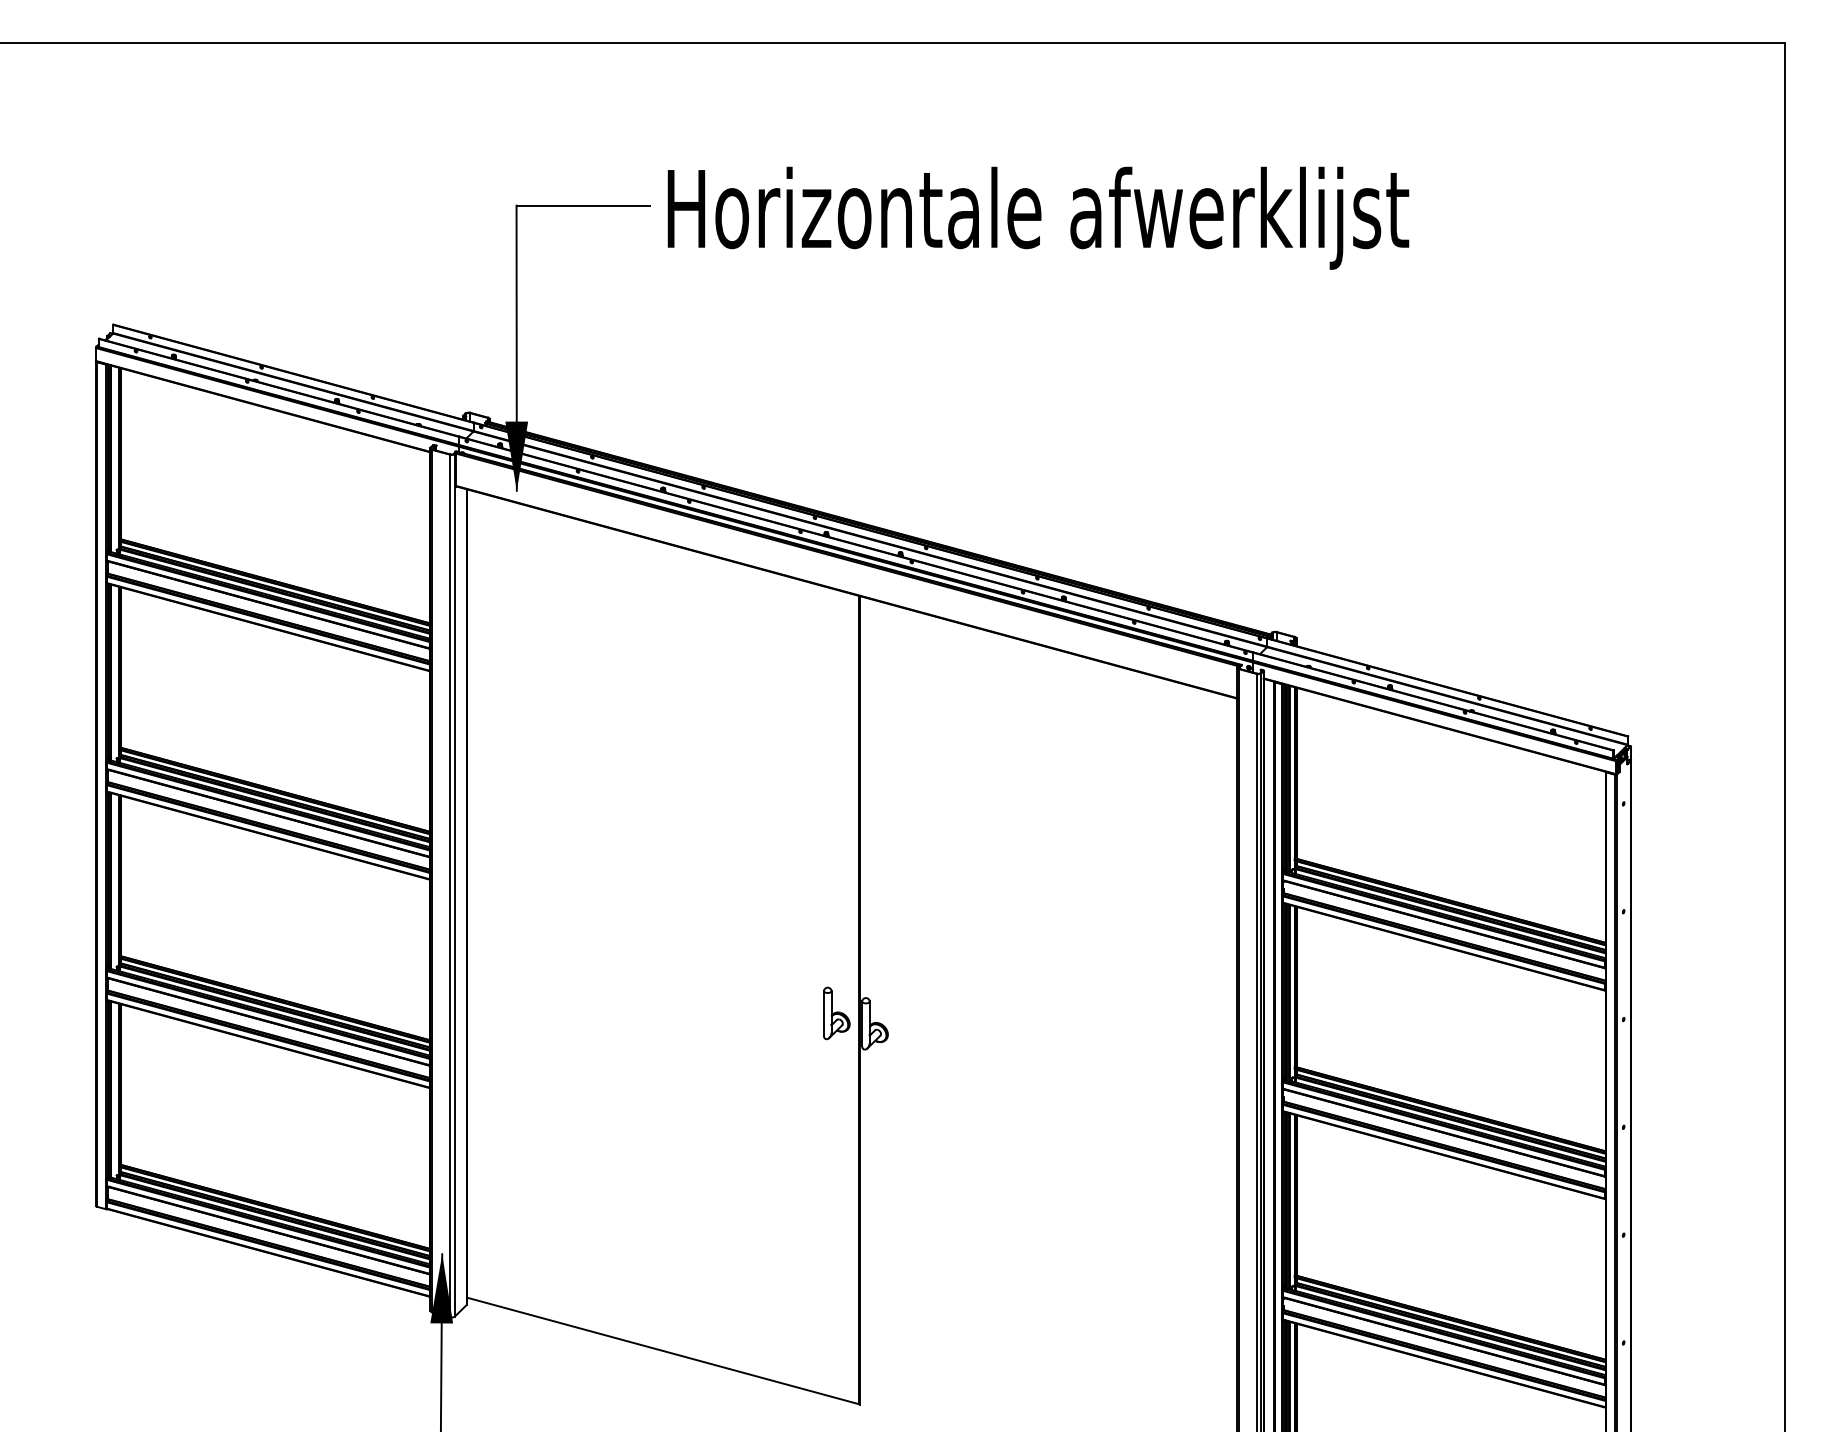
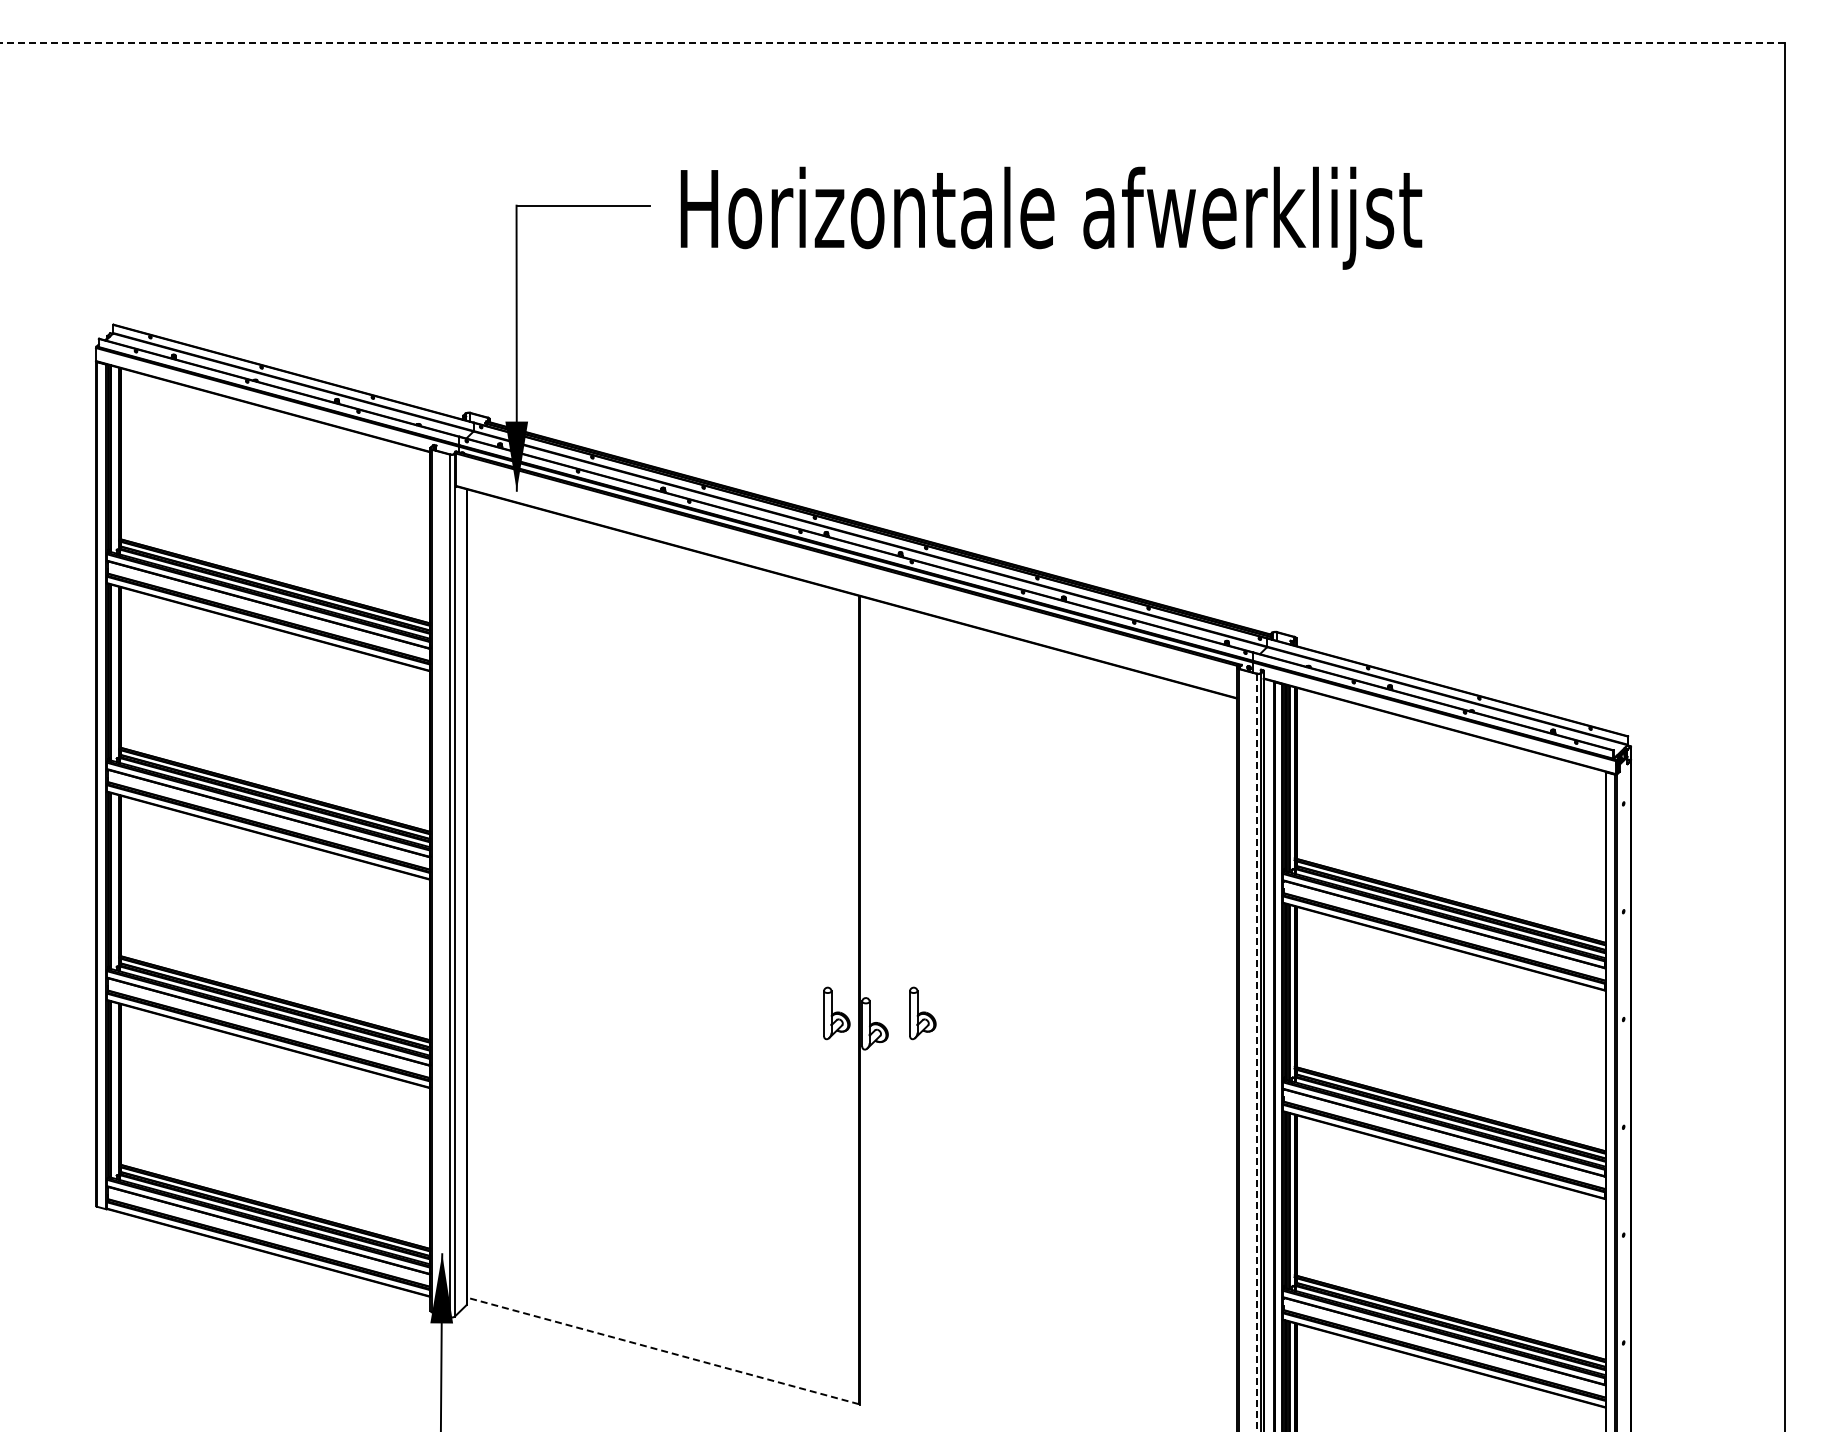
line at (892, 42): solid -> dashed
text at (1038, 217) position: (1038, 217) -> (1051, 217)
part at (922, 1013): none -> present
line at (1256, 1052): solid -> dashed
line at (662, 1350): solid -> dashed
